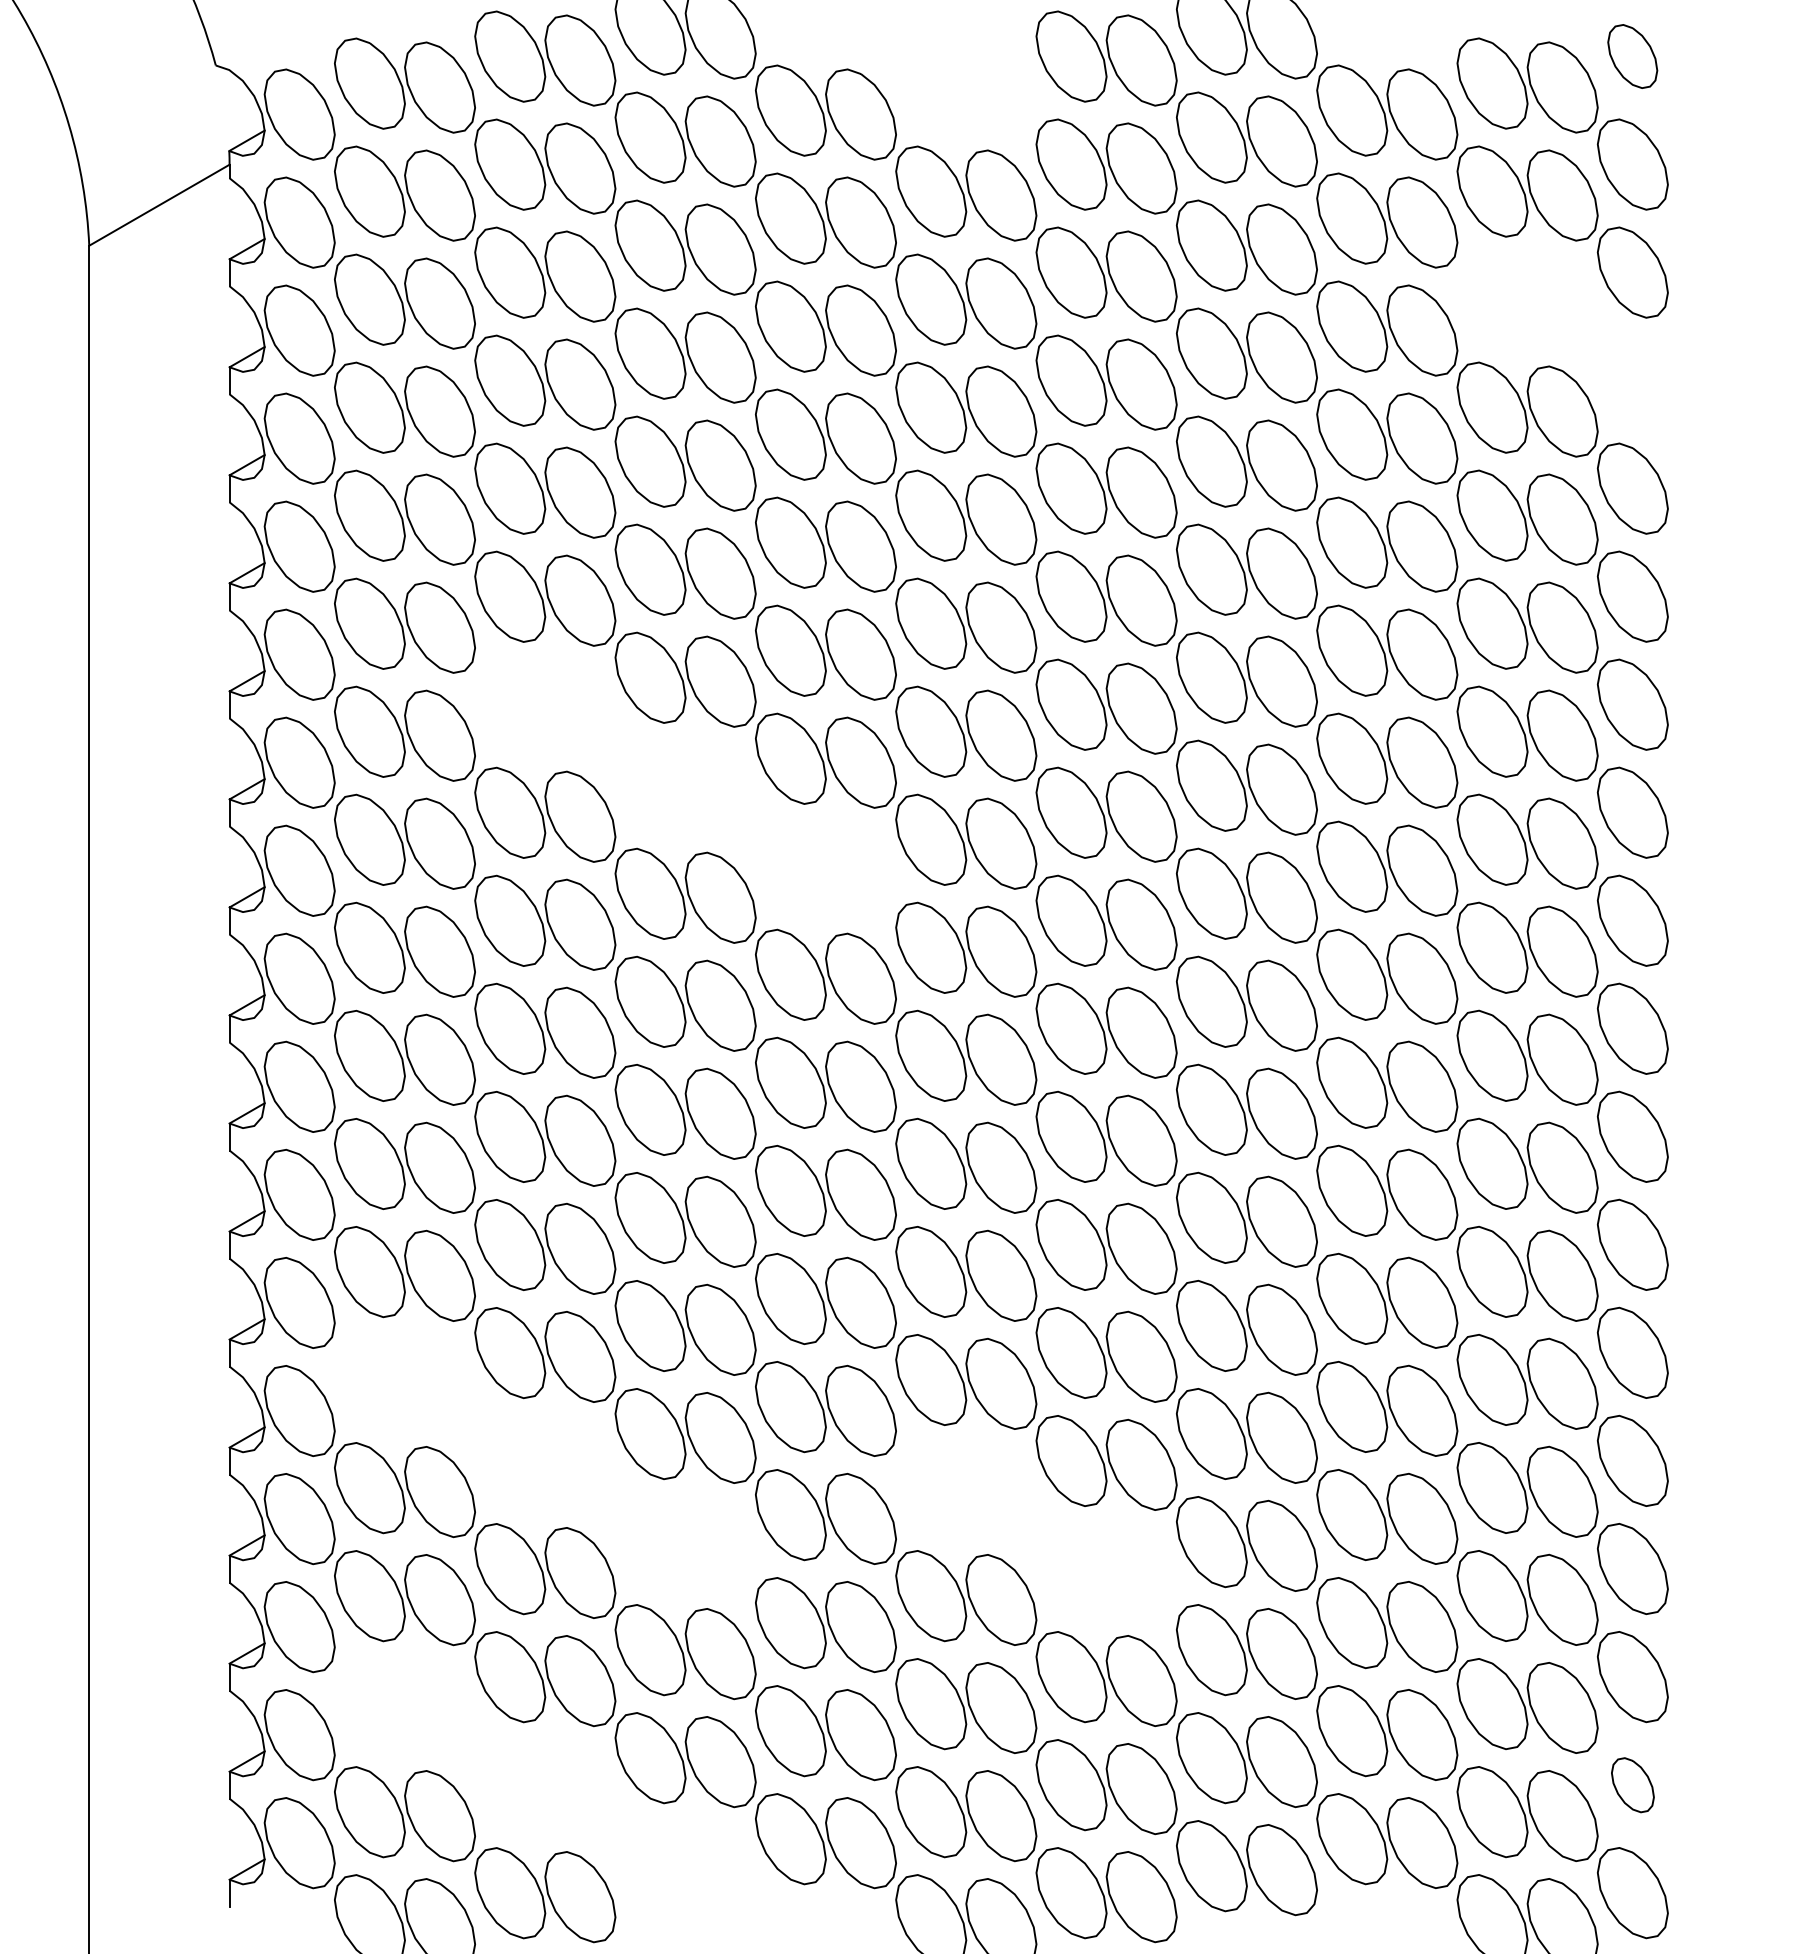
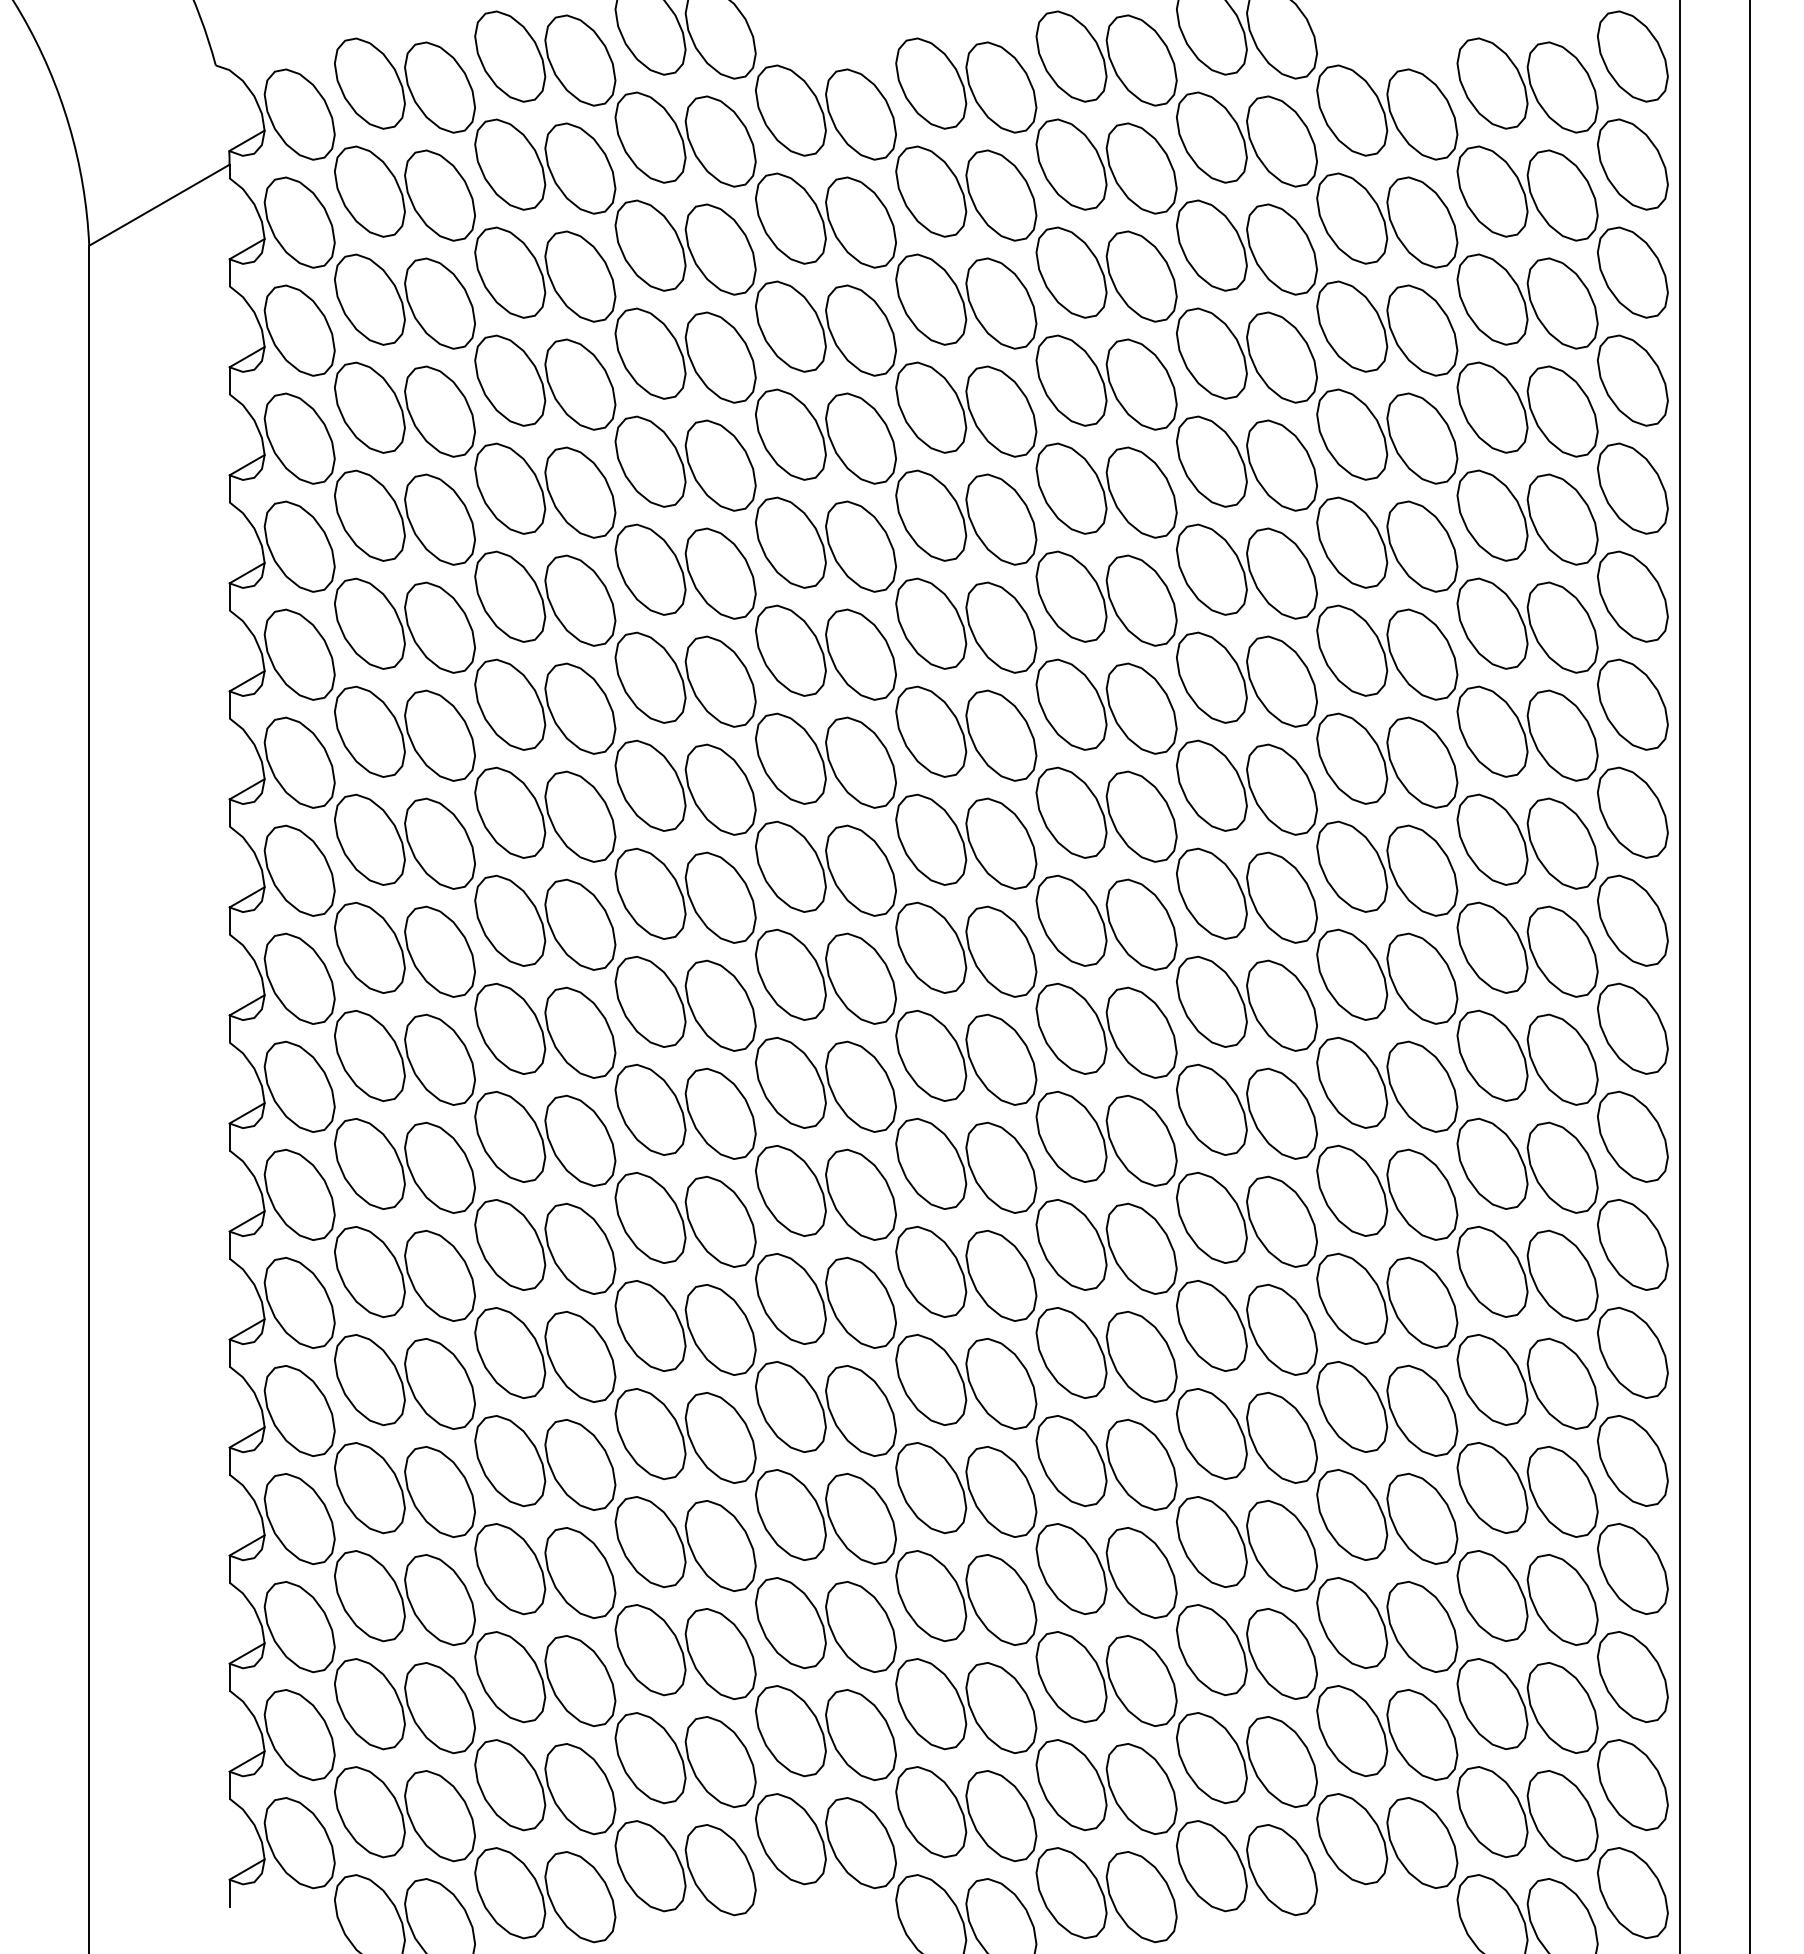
part at (1632, 56) size: 52x65 px -> 73x93 px
part at (966, 85): none -> present
part at (1562, 339): none -> present
part at (685, 787): none -> present
line at (1679, 976): none -> present
line at (1749, 976): none -> present
part at (545, 1462): none -> present
part at (1036, 1530): none -> present
part at (1632, 1785) size: 44x57 px -> 72x93 px
part at (545, 1787): none -> present
